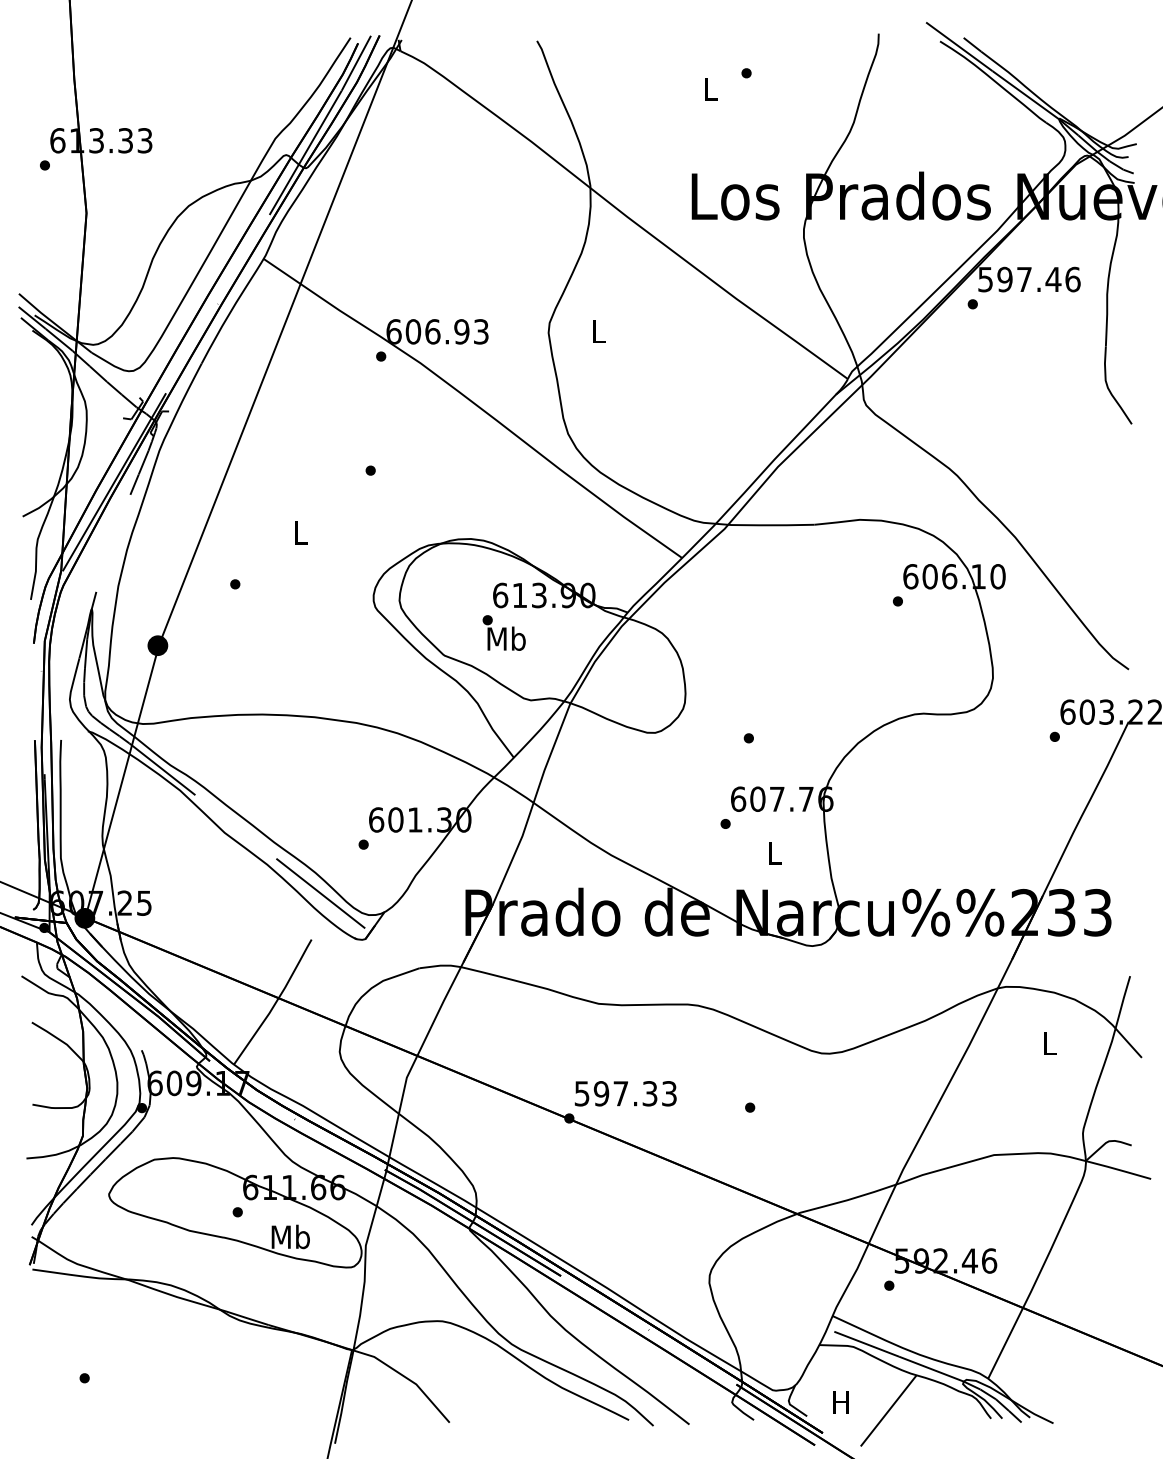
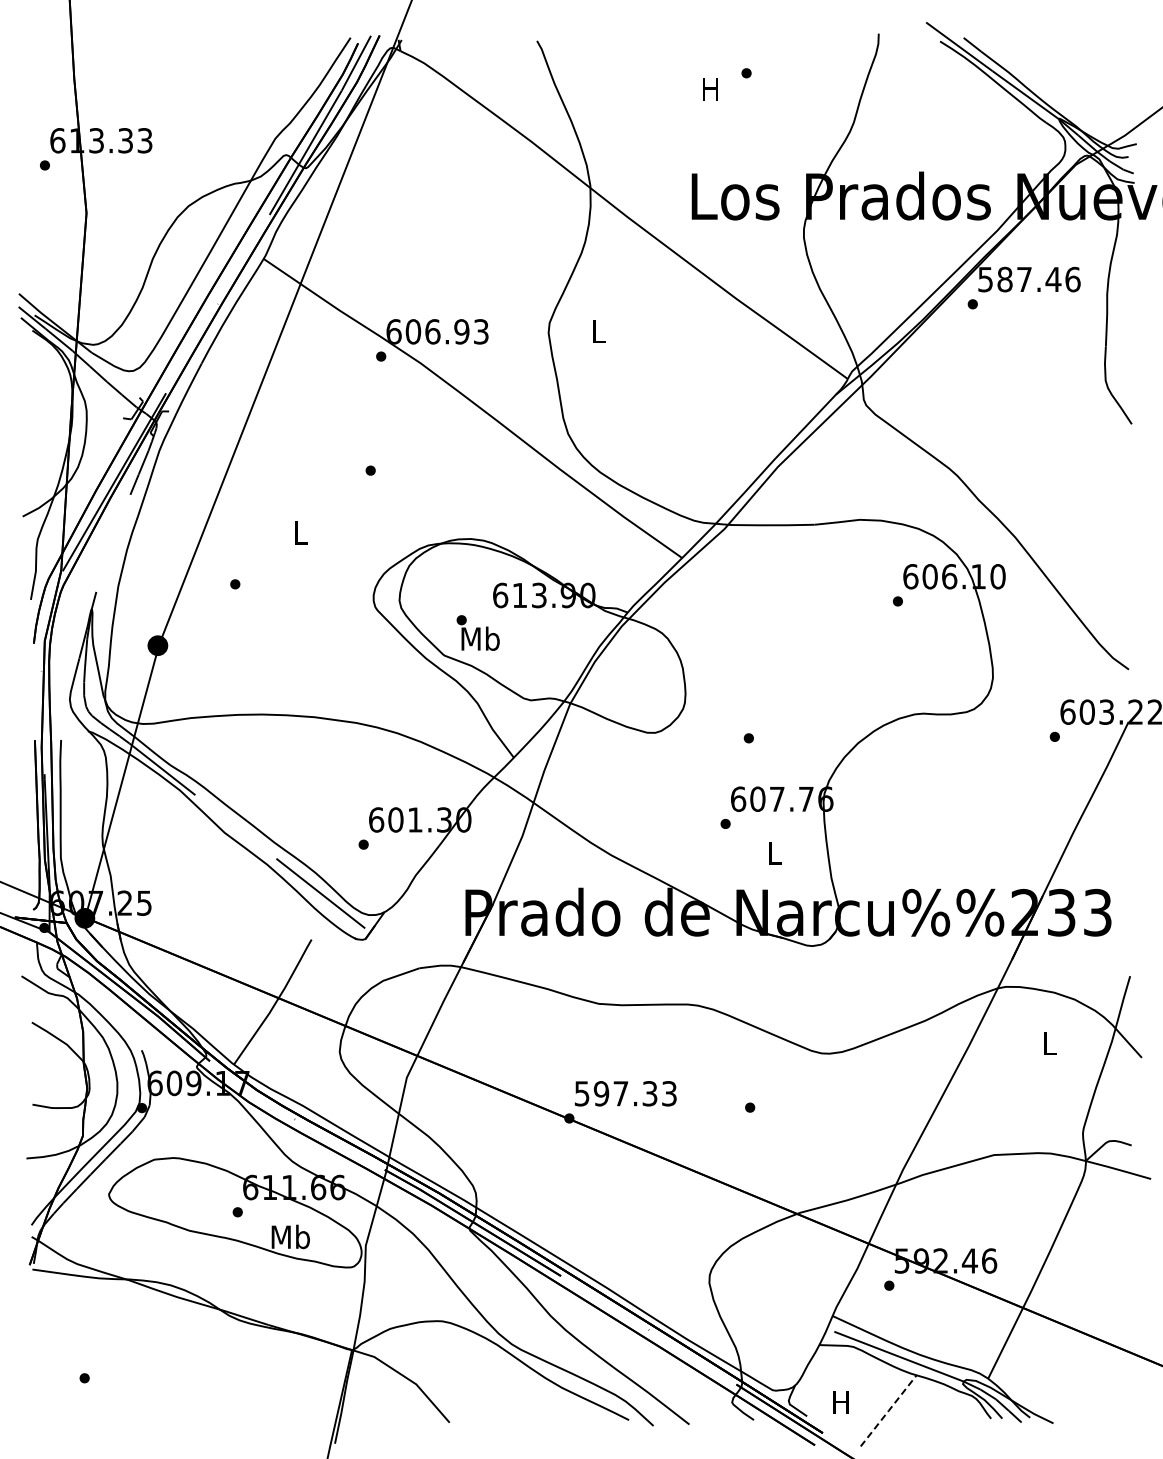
text at (710, 89): L -> H
text at (1004, 279): 597.46 -> 587.46
text at (503, 632) position: (503, 632) -> (477, 632)
line at (888, 1410): solid -> dashed
